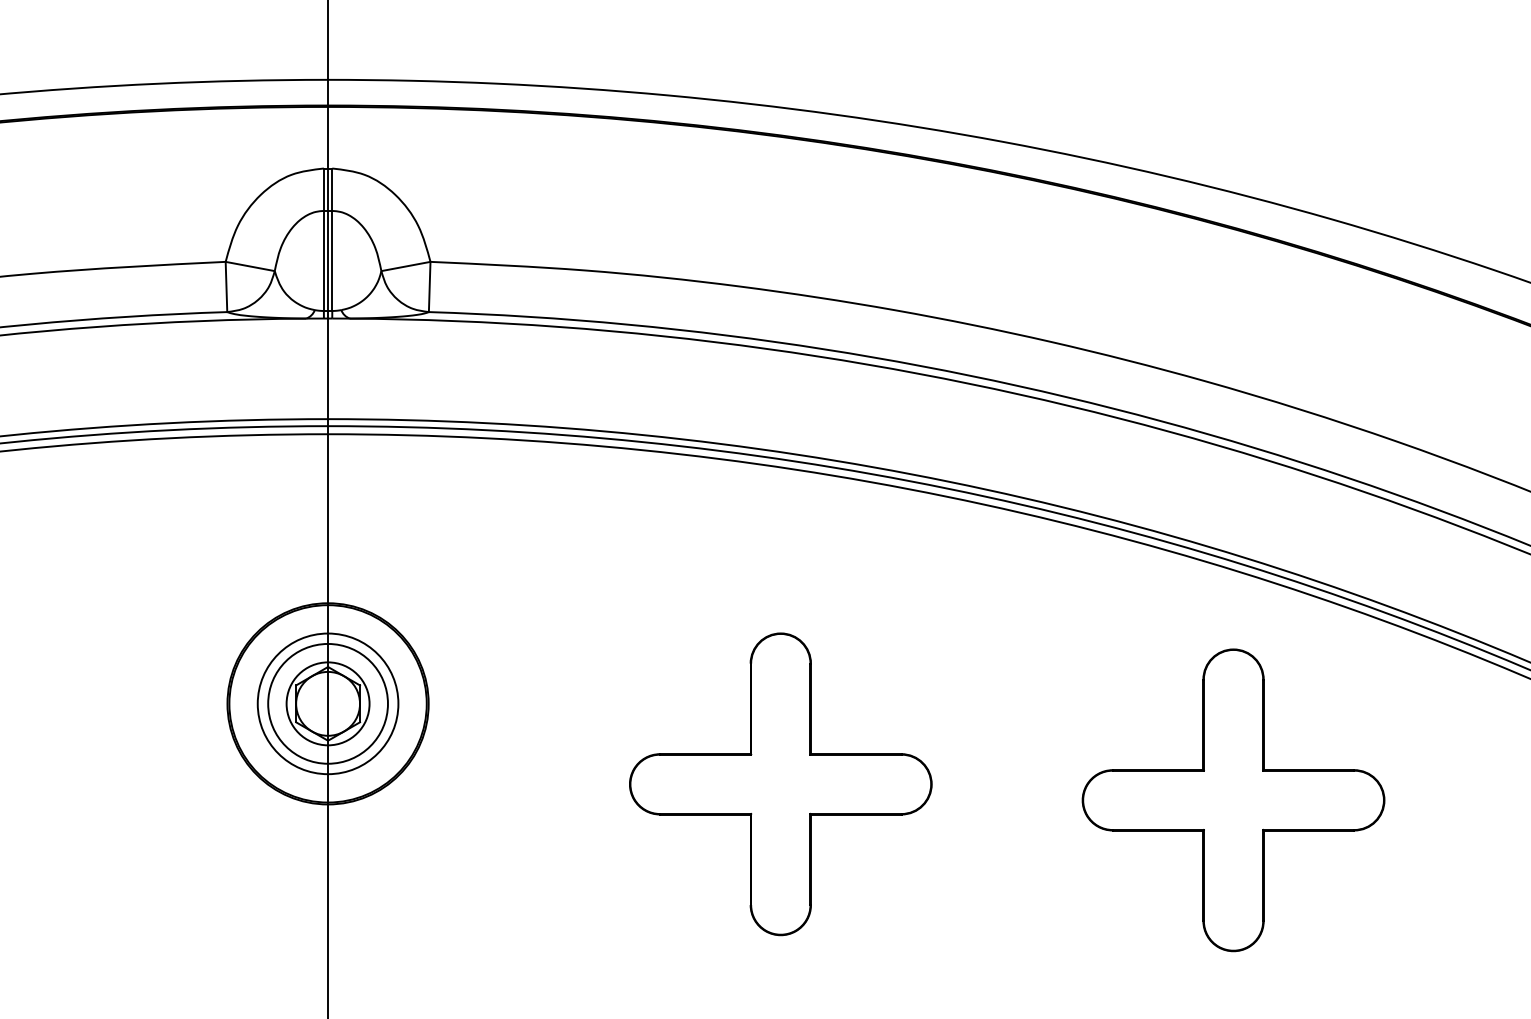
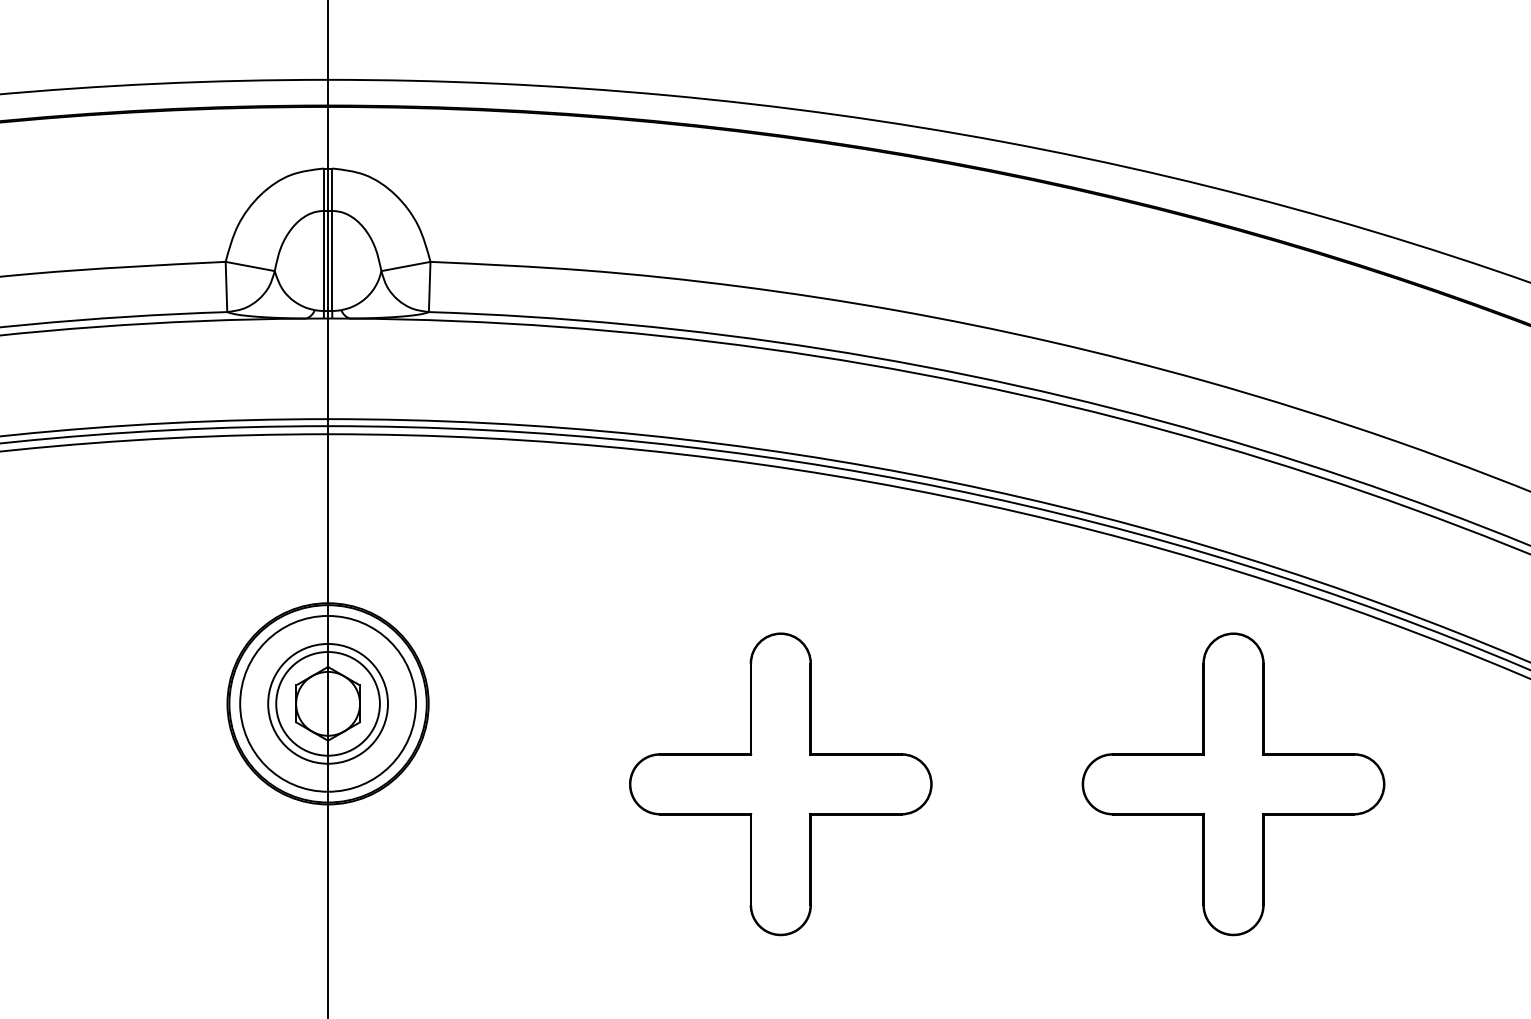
circle at (327, 703) diameter: 141 px -> 176 px
circle at (327, 703) diameter: 83 px -> 104 px
part at (1233, 800) position: (1233, 800) -> (1233, 784)
